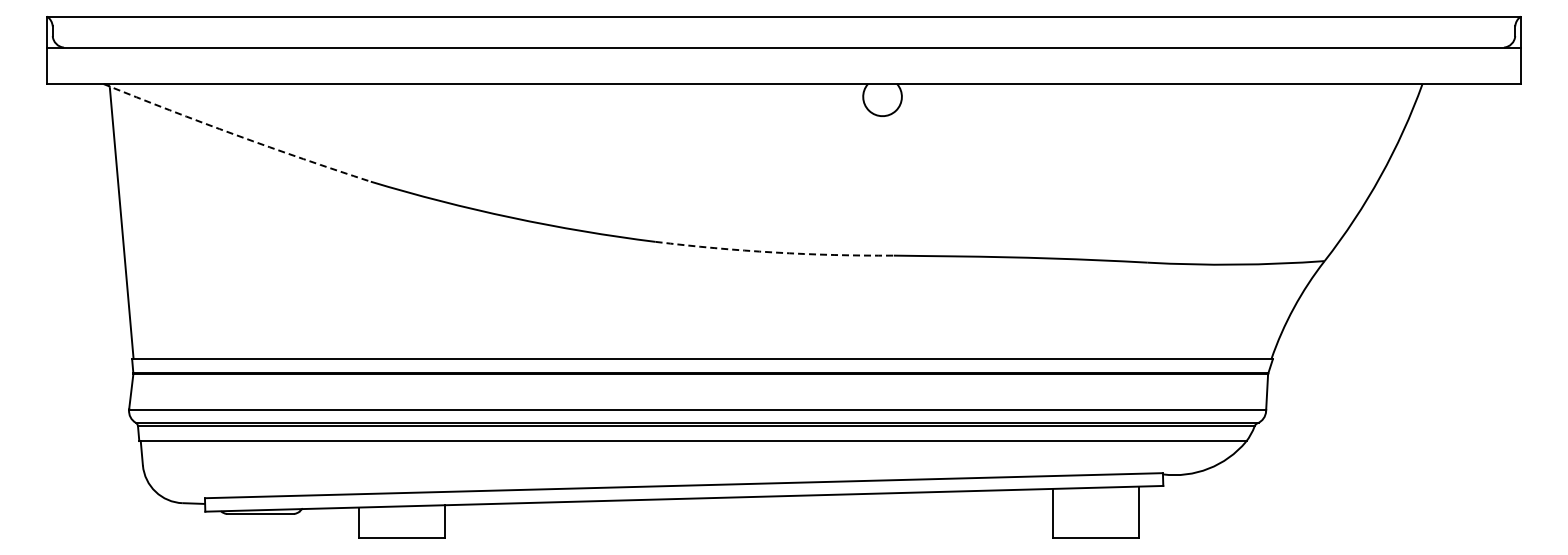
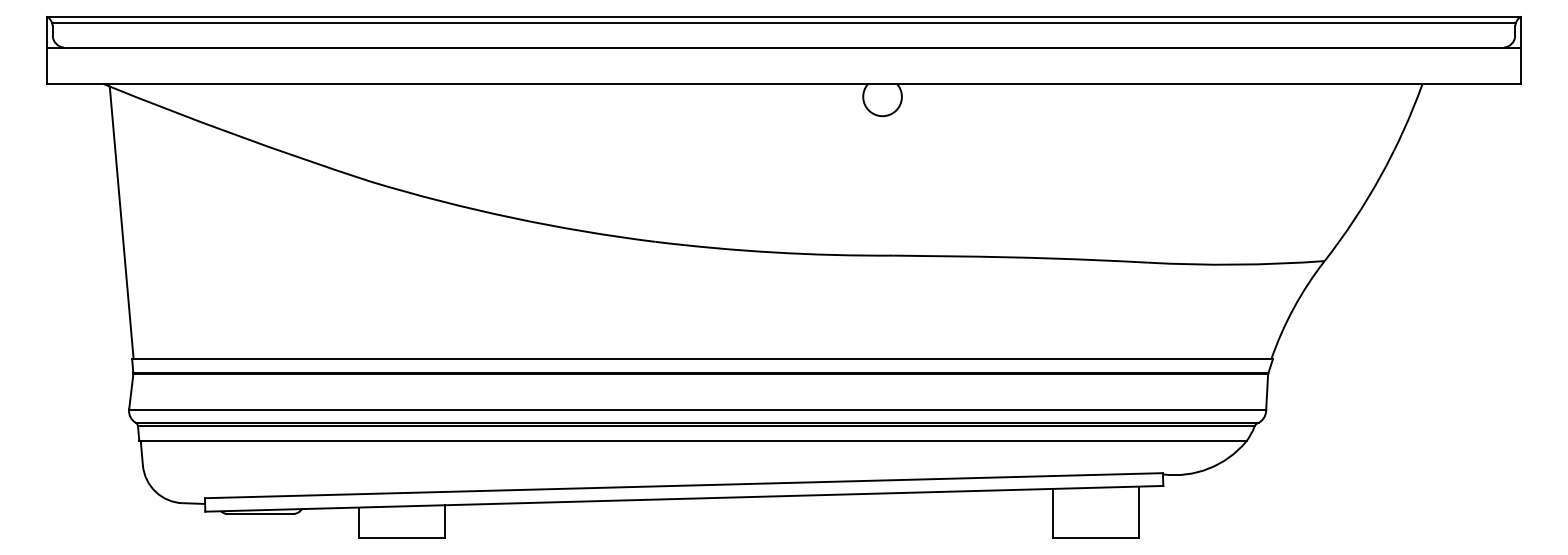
line at (783, 23): none -> present
arc at (236, 135): dashed -> solid
arc at (774, 252): dashed -> solid
